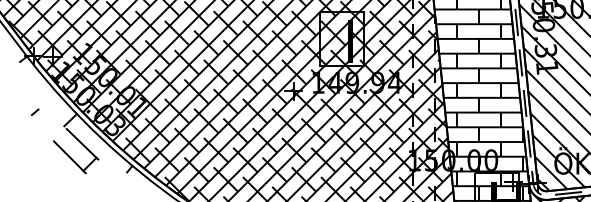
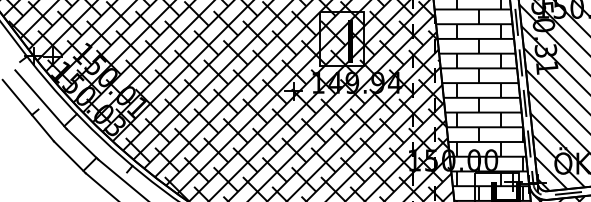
line at (40, 99): none -> present
line at (27, 110): none -> present
line at (121, 178): none -> present
line at (100, 185): none -> present
